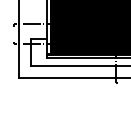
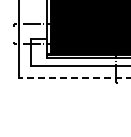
line at (74, 78): solid -> dashed
